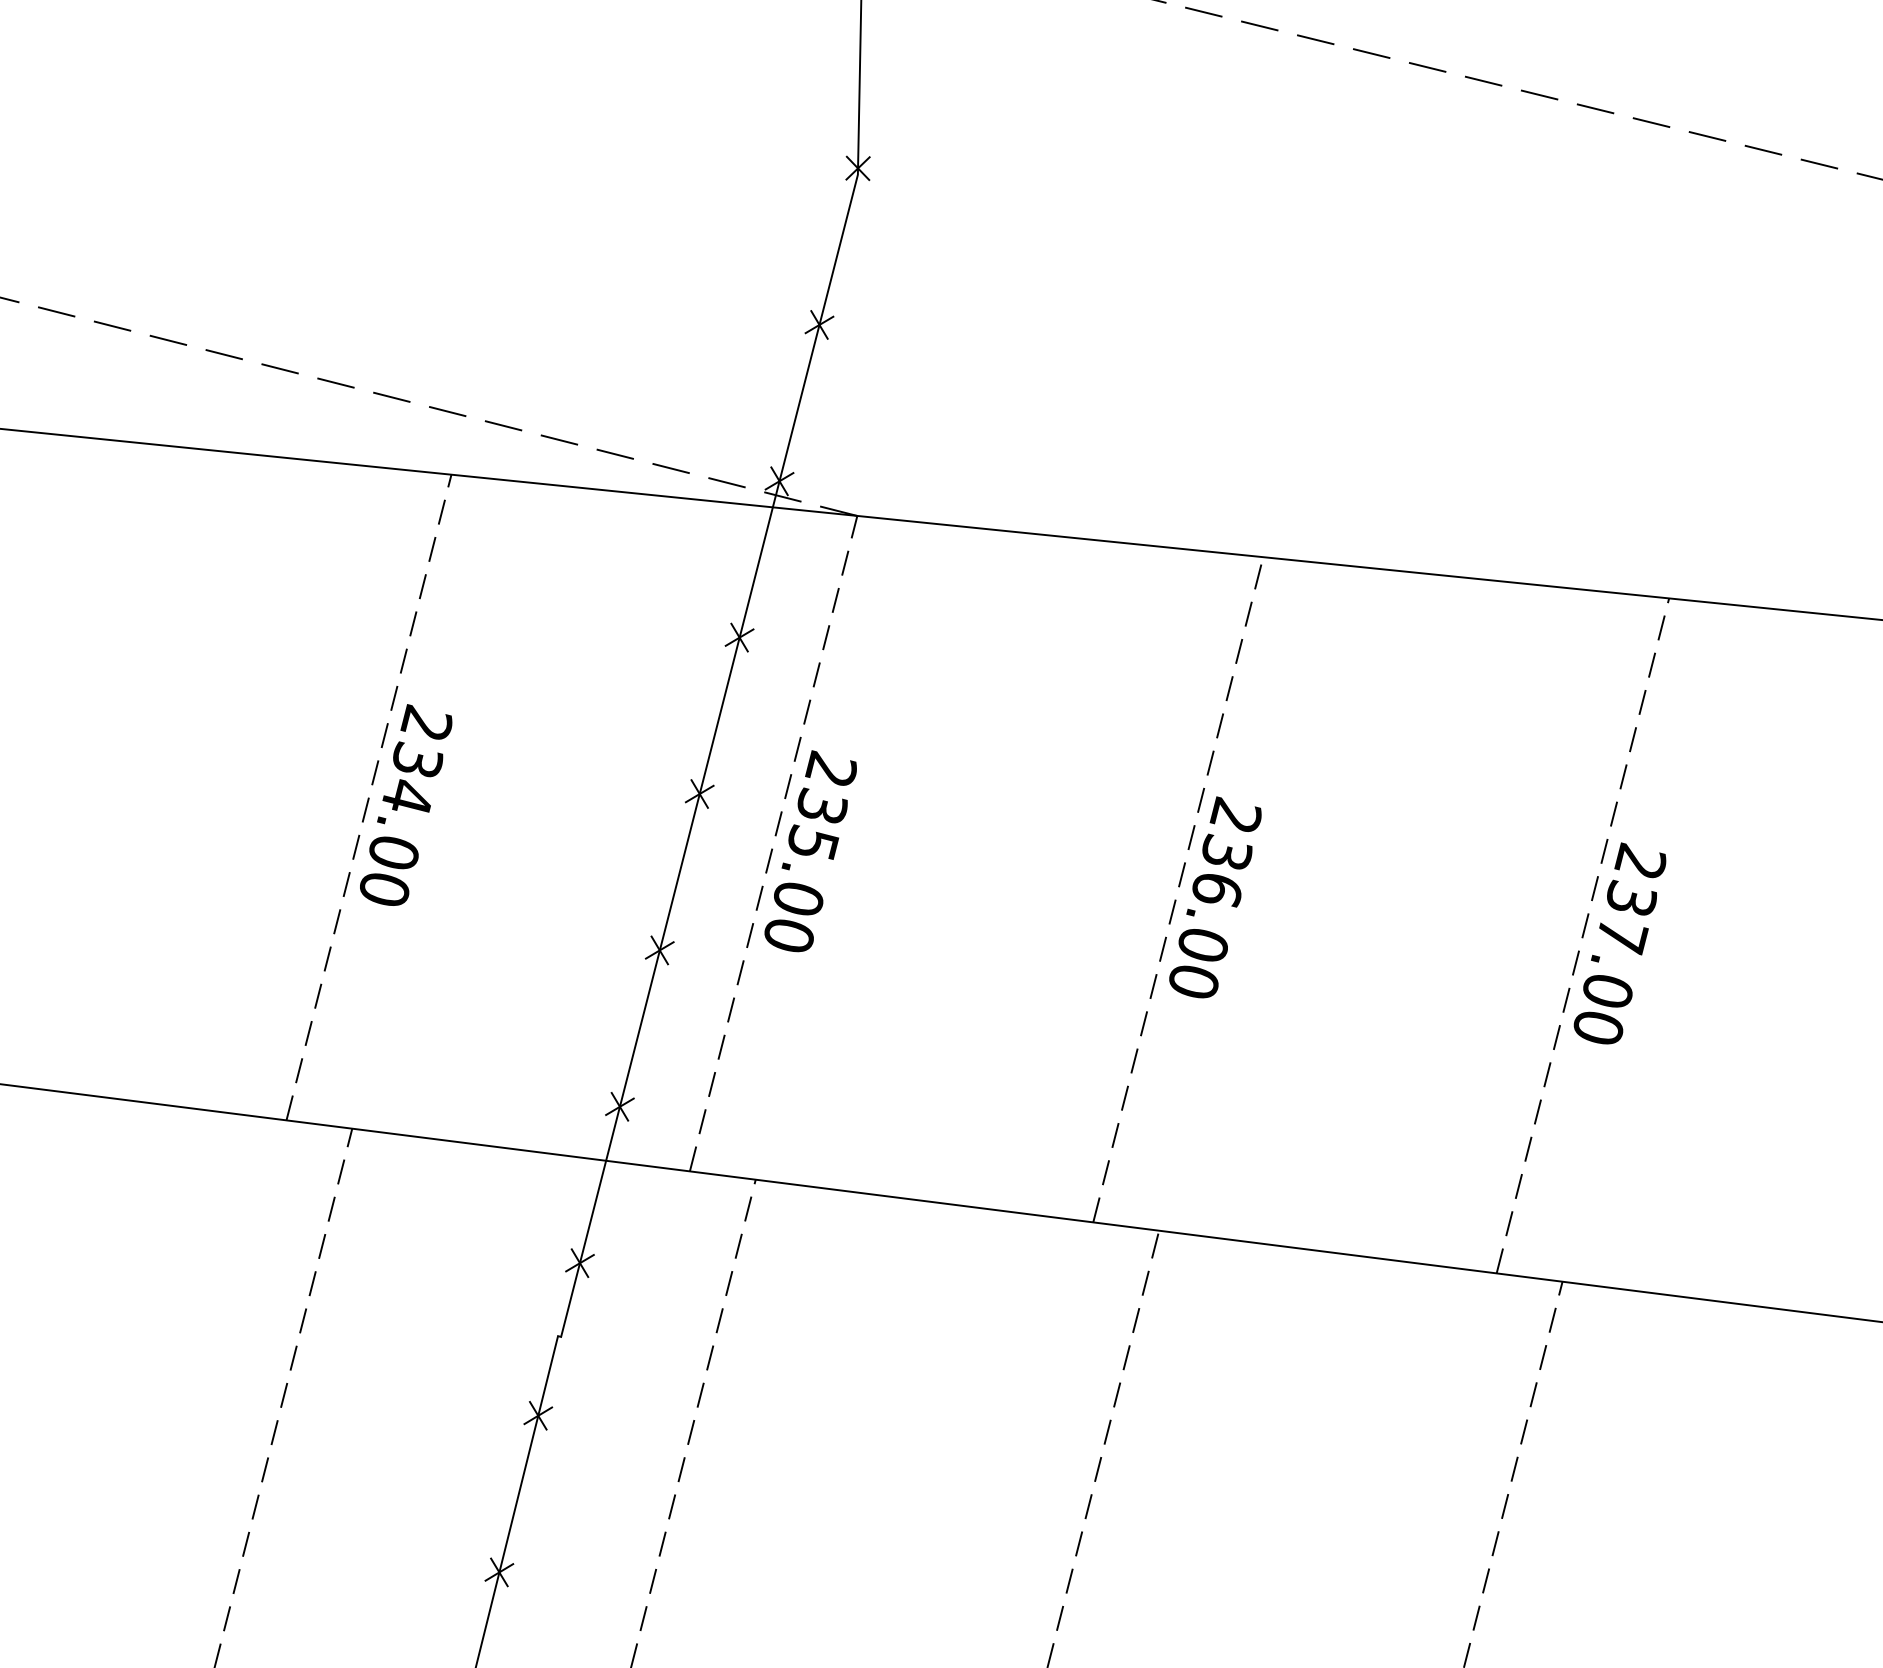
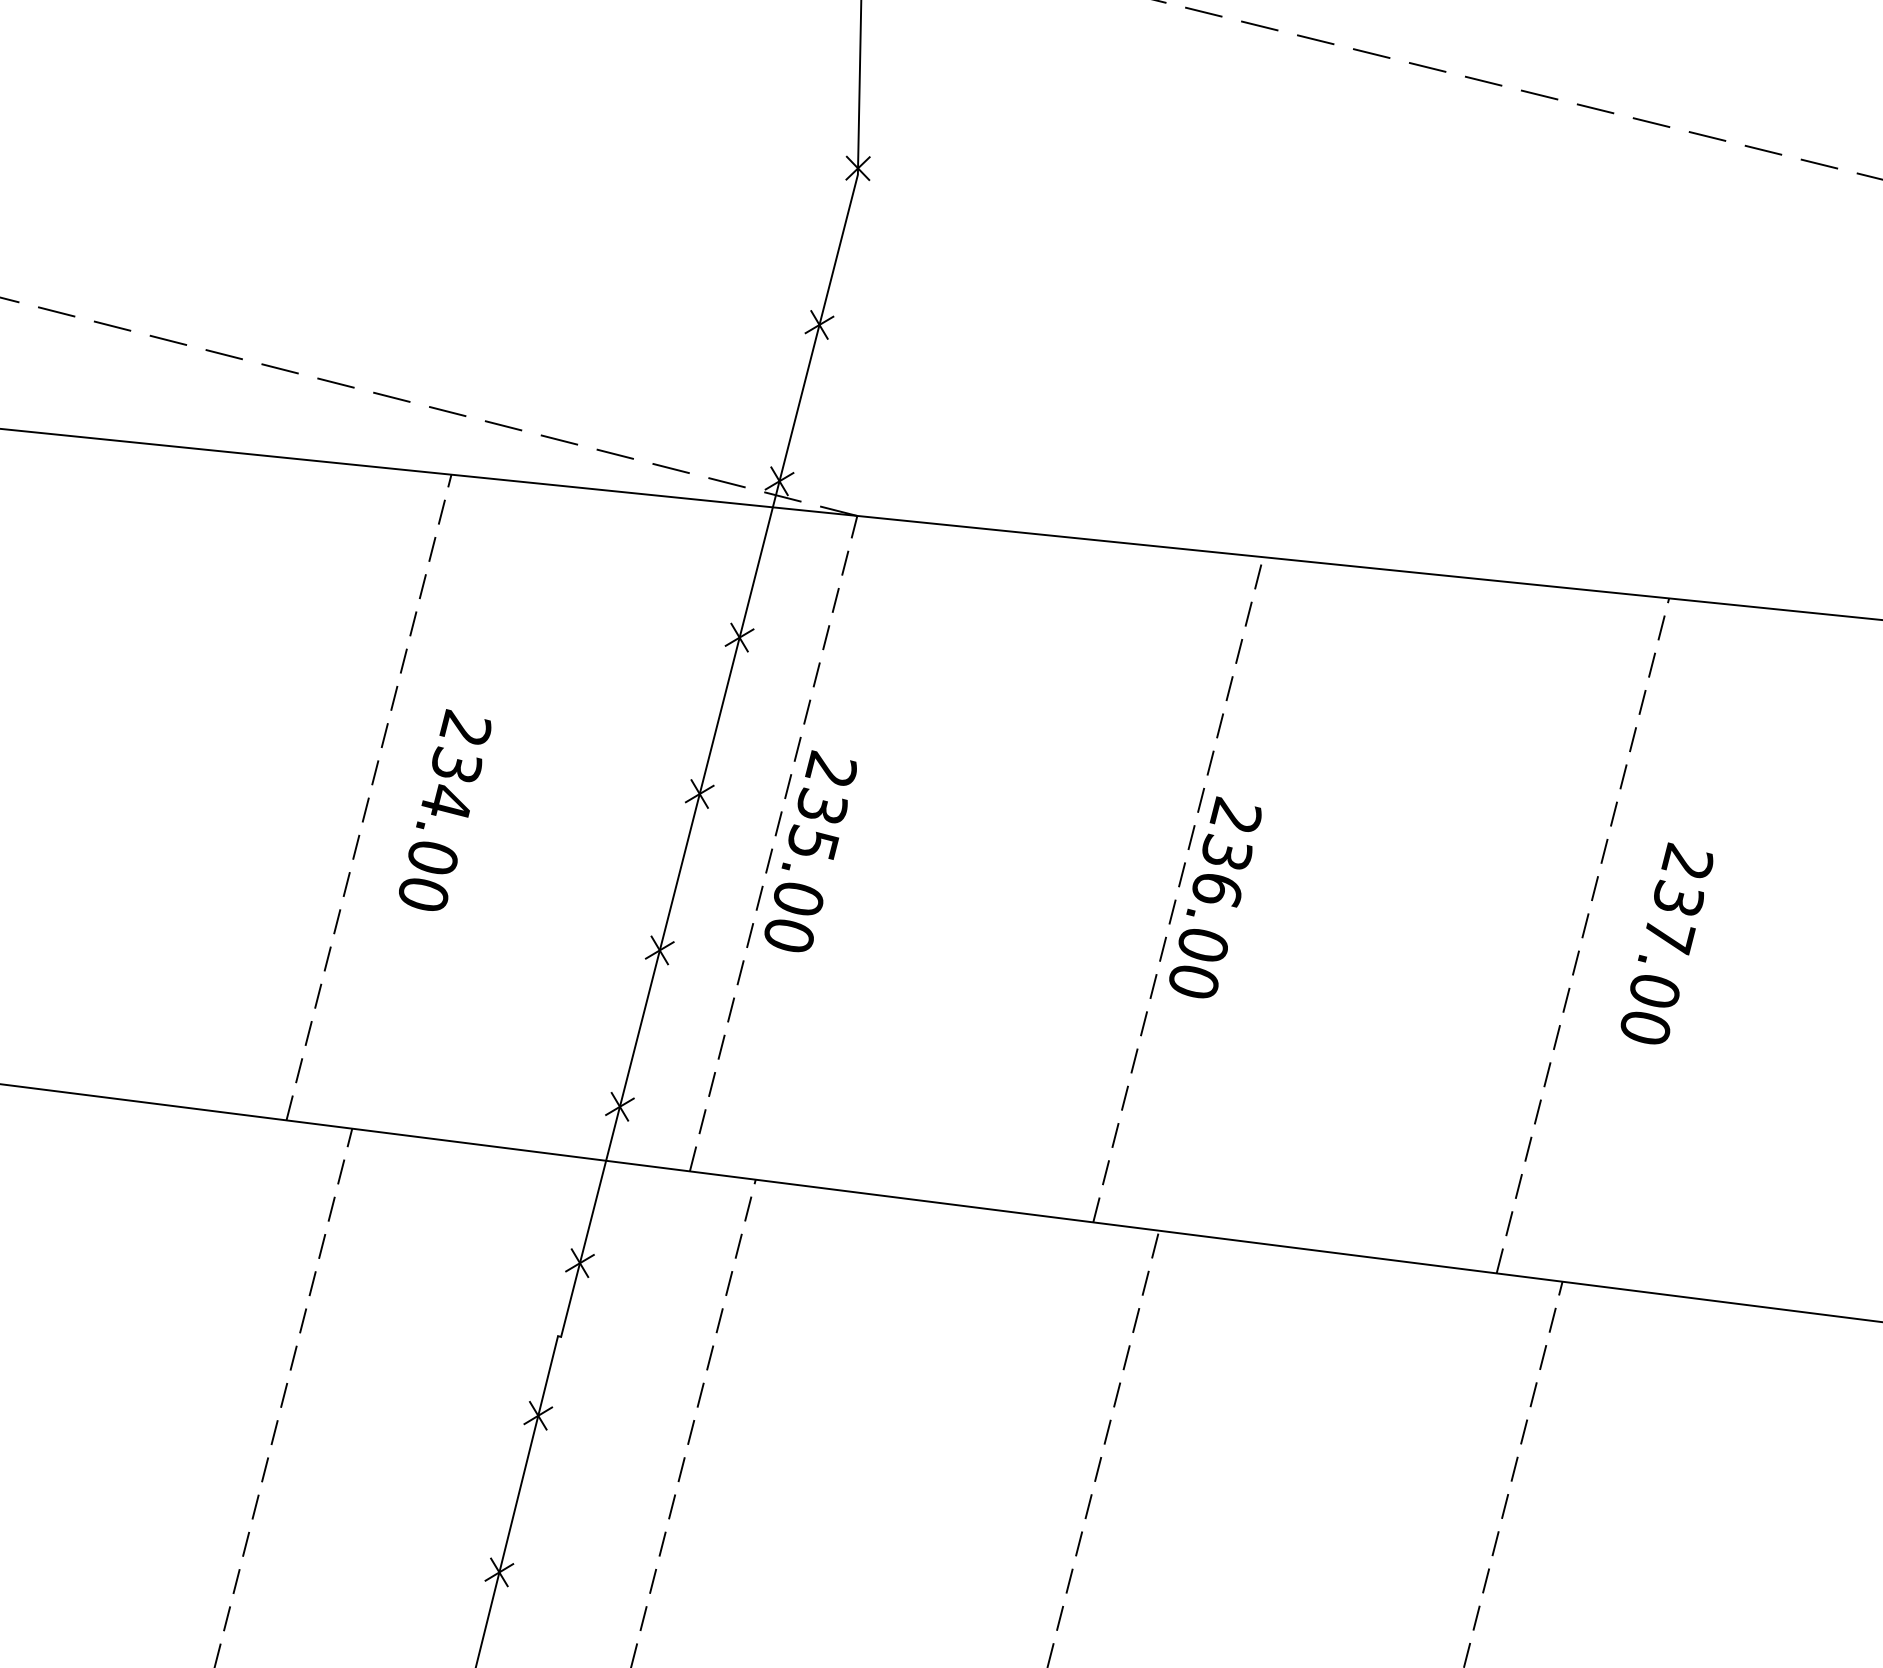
text at (406, 804) position: (406, 804) -> (445, 809)
text at (1619, 943) position: (1619, 943) -> (1666, 943)
